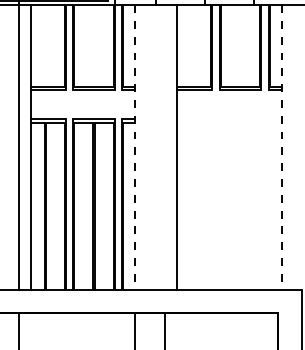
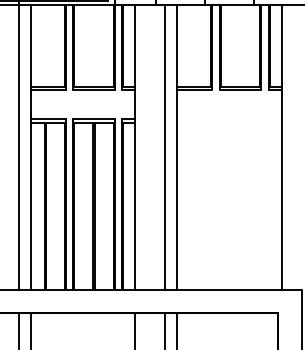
line at (135, 147): dashed -> solid
line at (165, 147): none -> present
line at (281, 147): dashed -> solid
line at (30, 329): none -> present
line at (177, 329): none -> present
